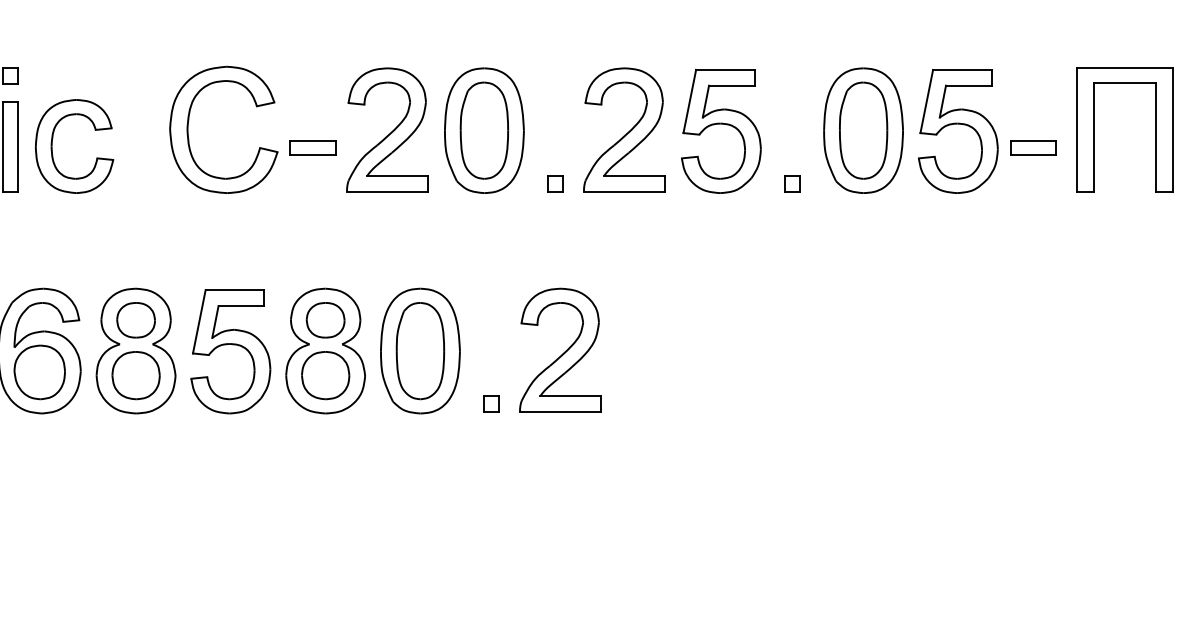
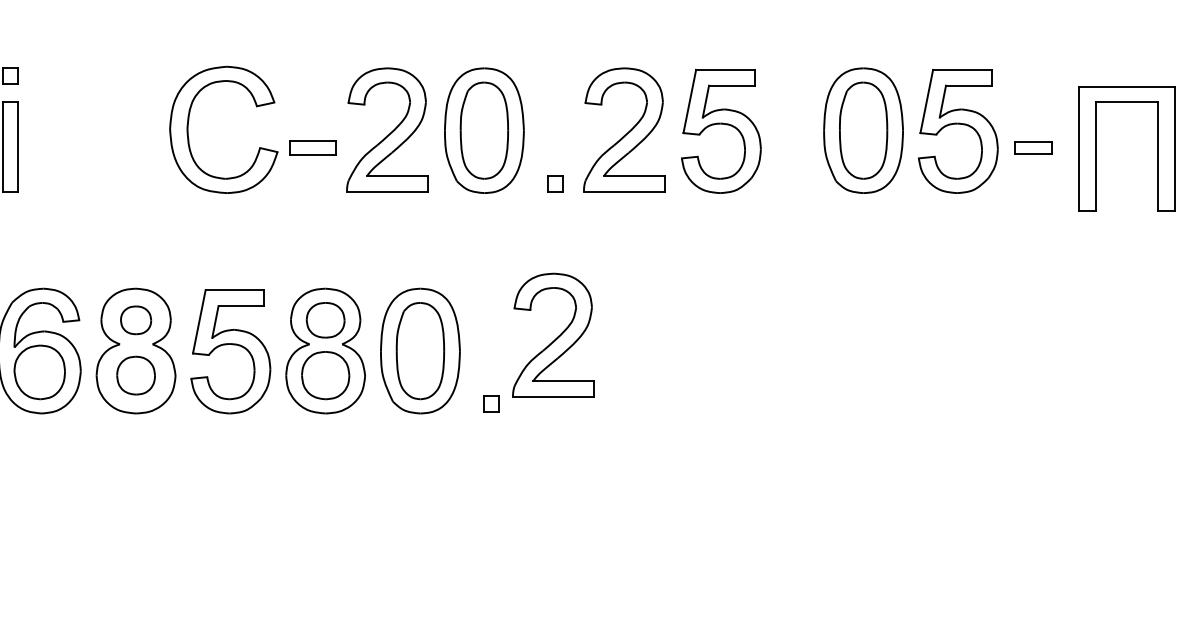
part at (1094, 129) position: (1094, 129) -> (1096, 148)
part at (52, 146): present -> none
part at (1033, 147) size: 47x16 px -> 39x14 px
part at (792, 183): present -> none
part at (135, 320) size: 40x37 px -> 33x31 px
part at (560, 349) position: (560, 349) -> (553, 334)
part at (135, 375) size: 50x50 px -> 40x41 px
